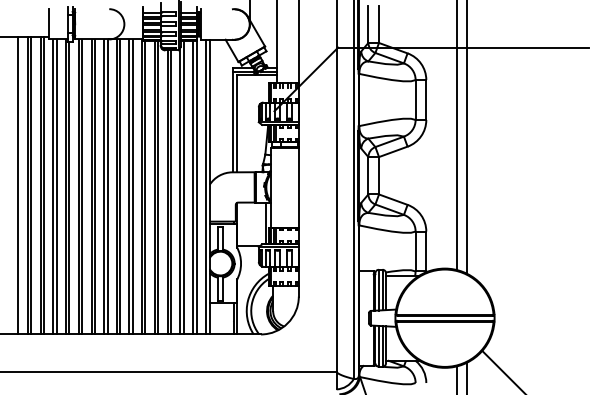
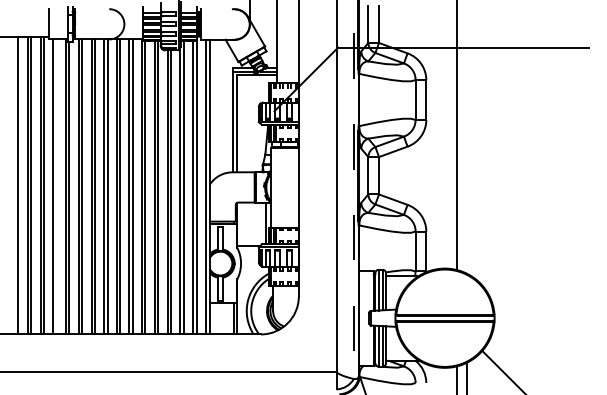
line at (466, 137): present -> none
line at (56, 186): present -> none
line at (353, 190): solid -> dashed
